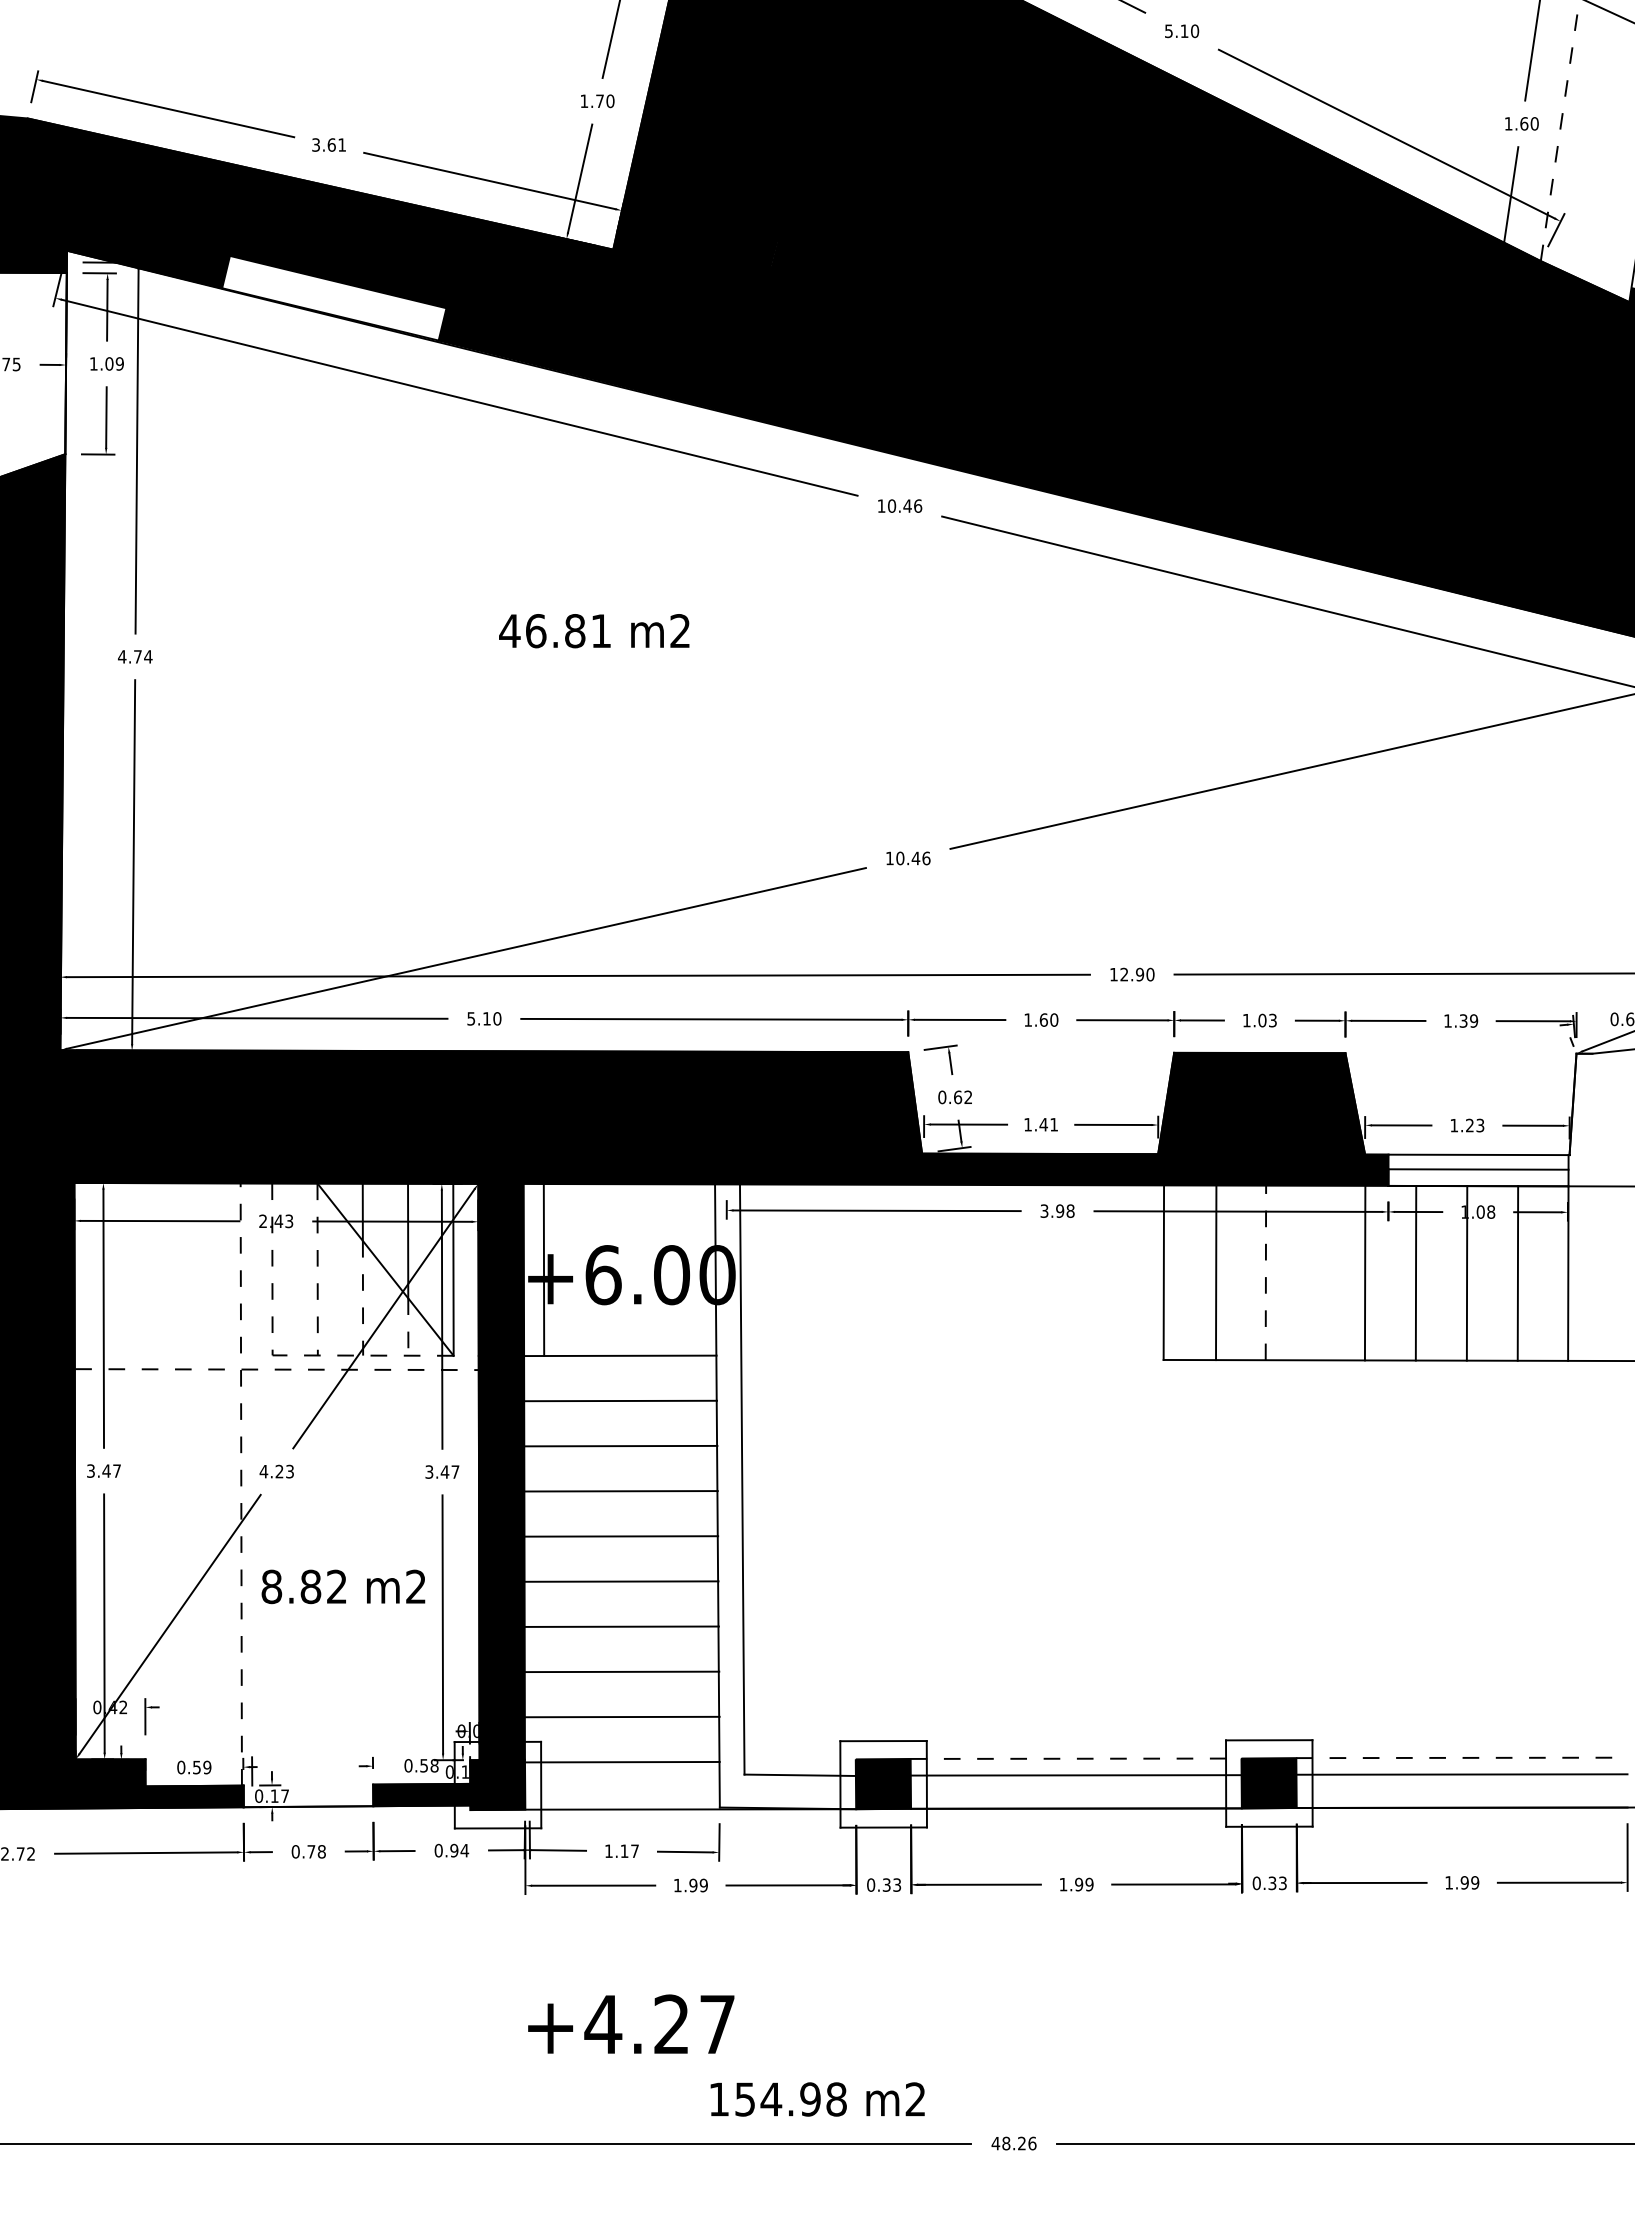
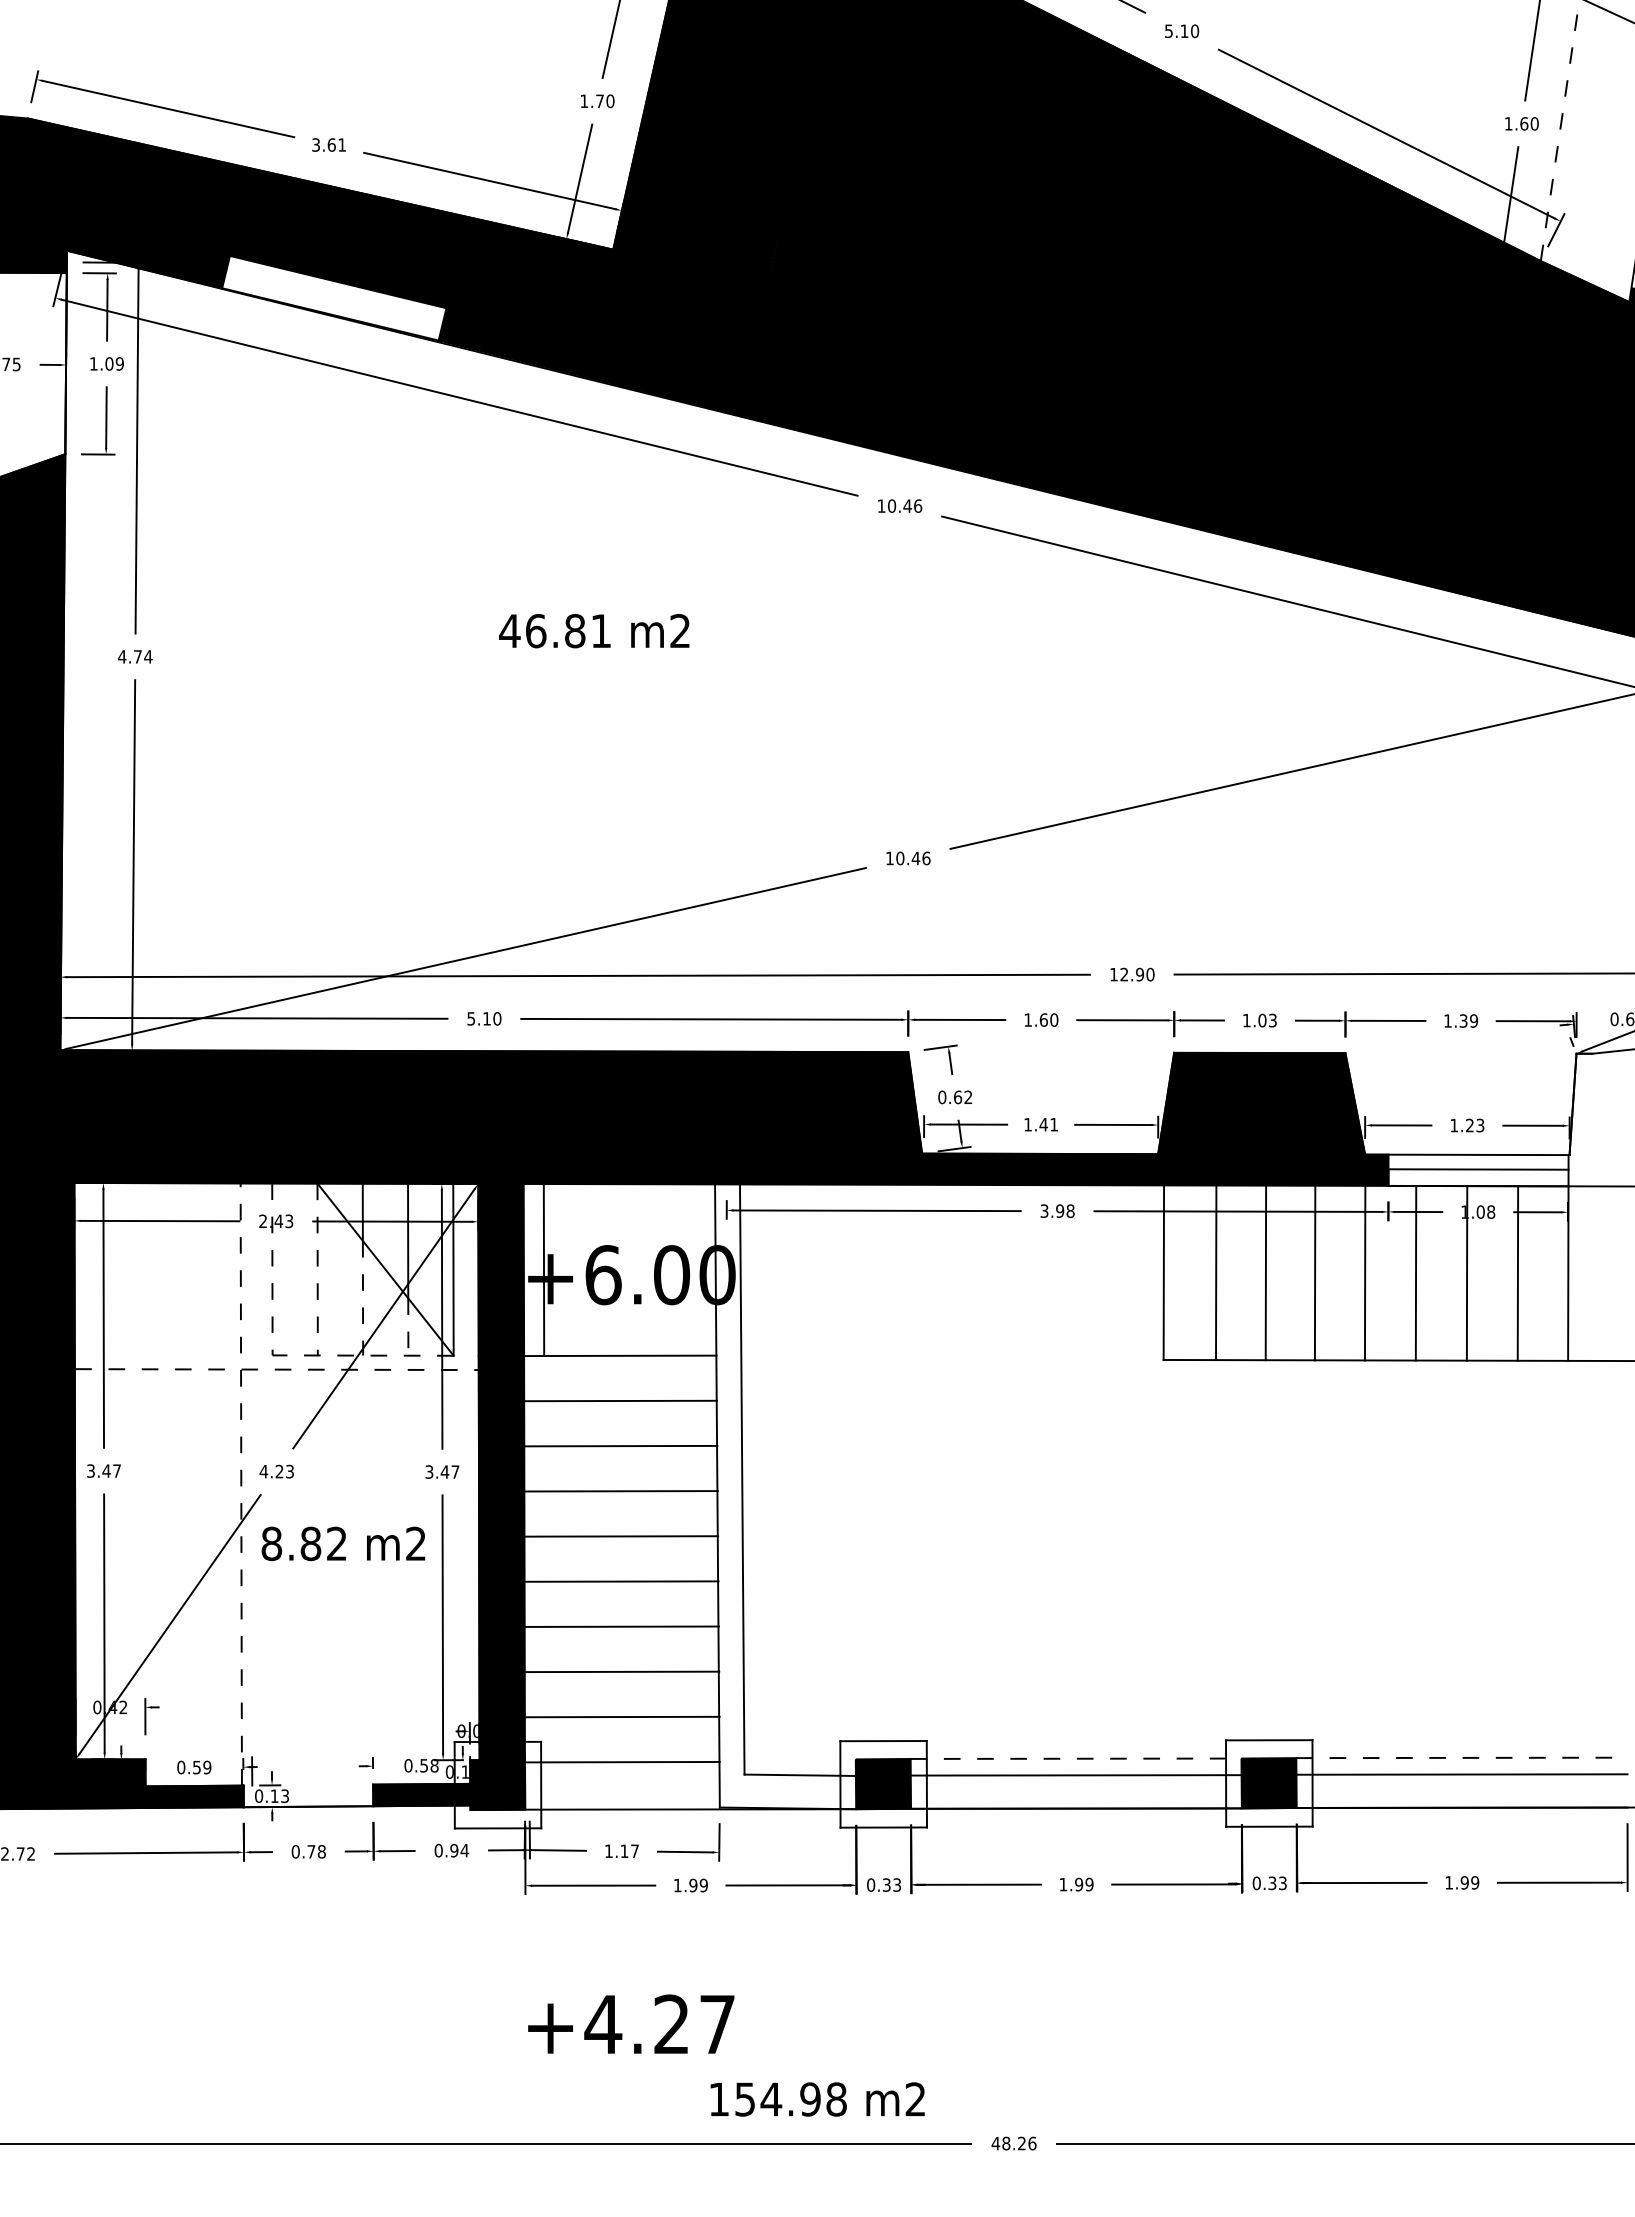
line at (1265, 1272): dashed -> solid
line at (1314, 1272): none -> present
text at (343, 1586) position: (343, 1586) -> (343, 1543)
text at (284, 1796): 0.17 -> 0.13
